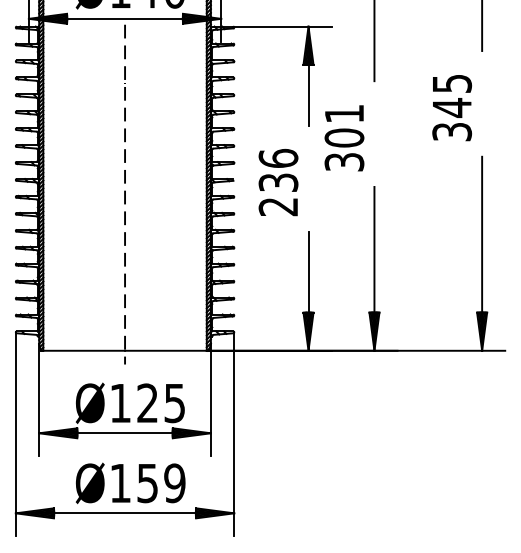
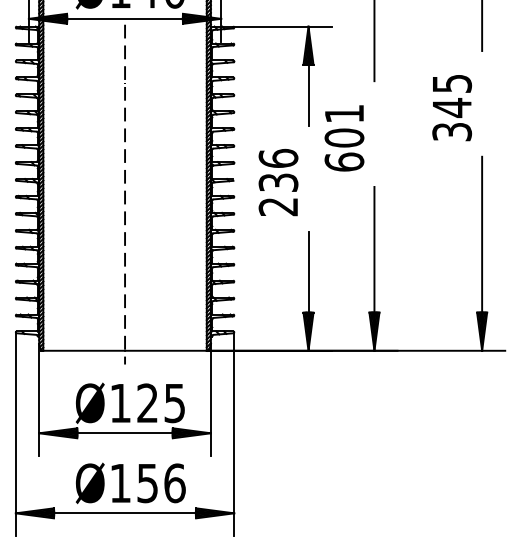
text at (344, 161): 301 -> 601
text at (174, 483): Ø159 -> Ø156
